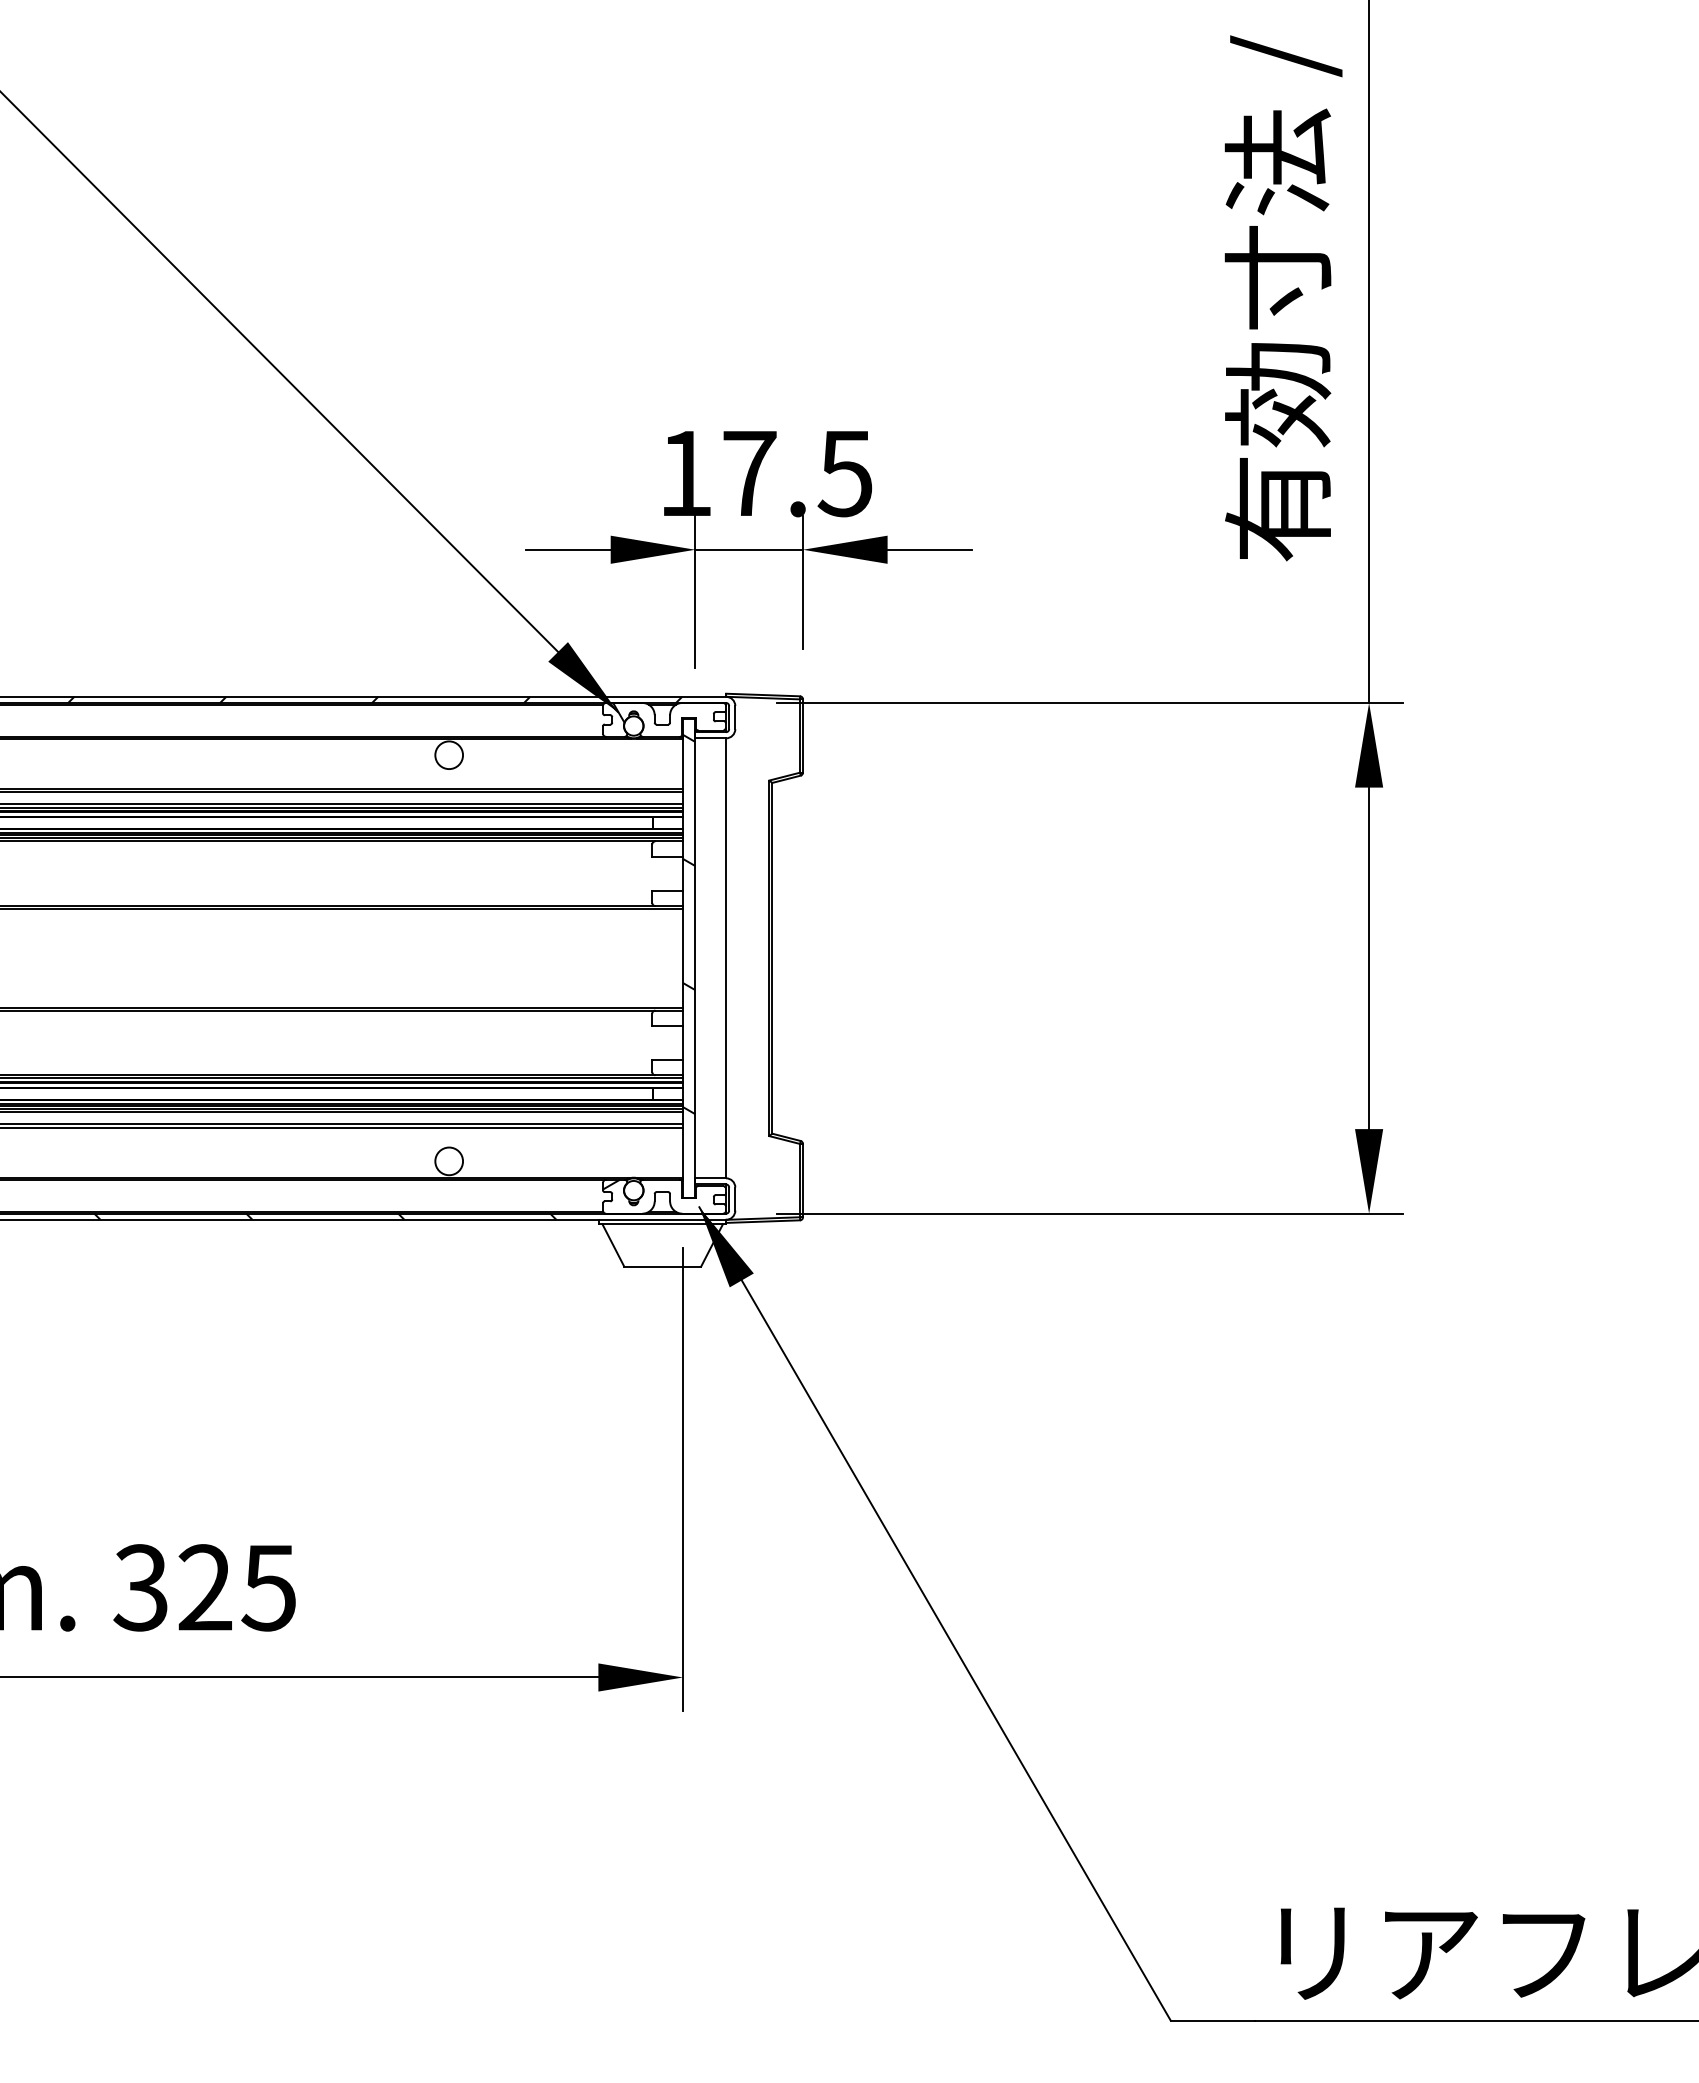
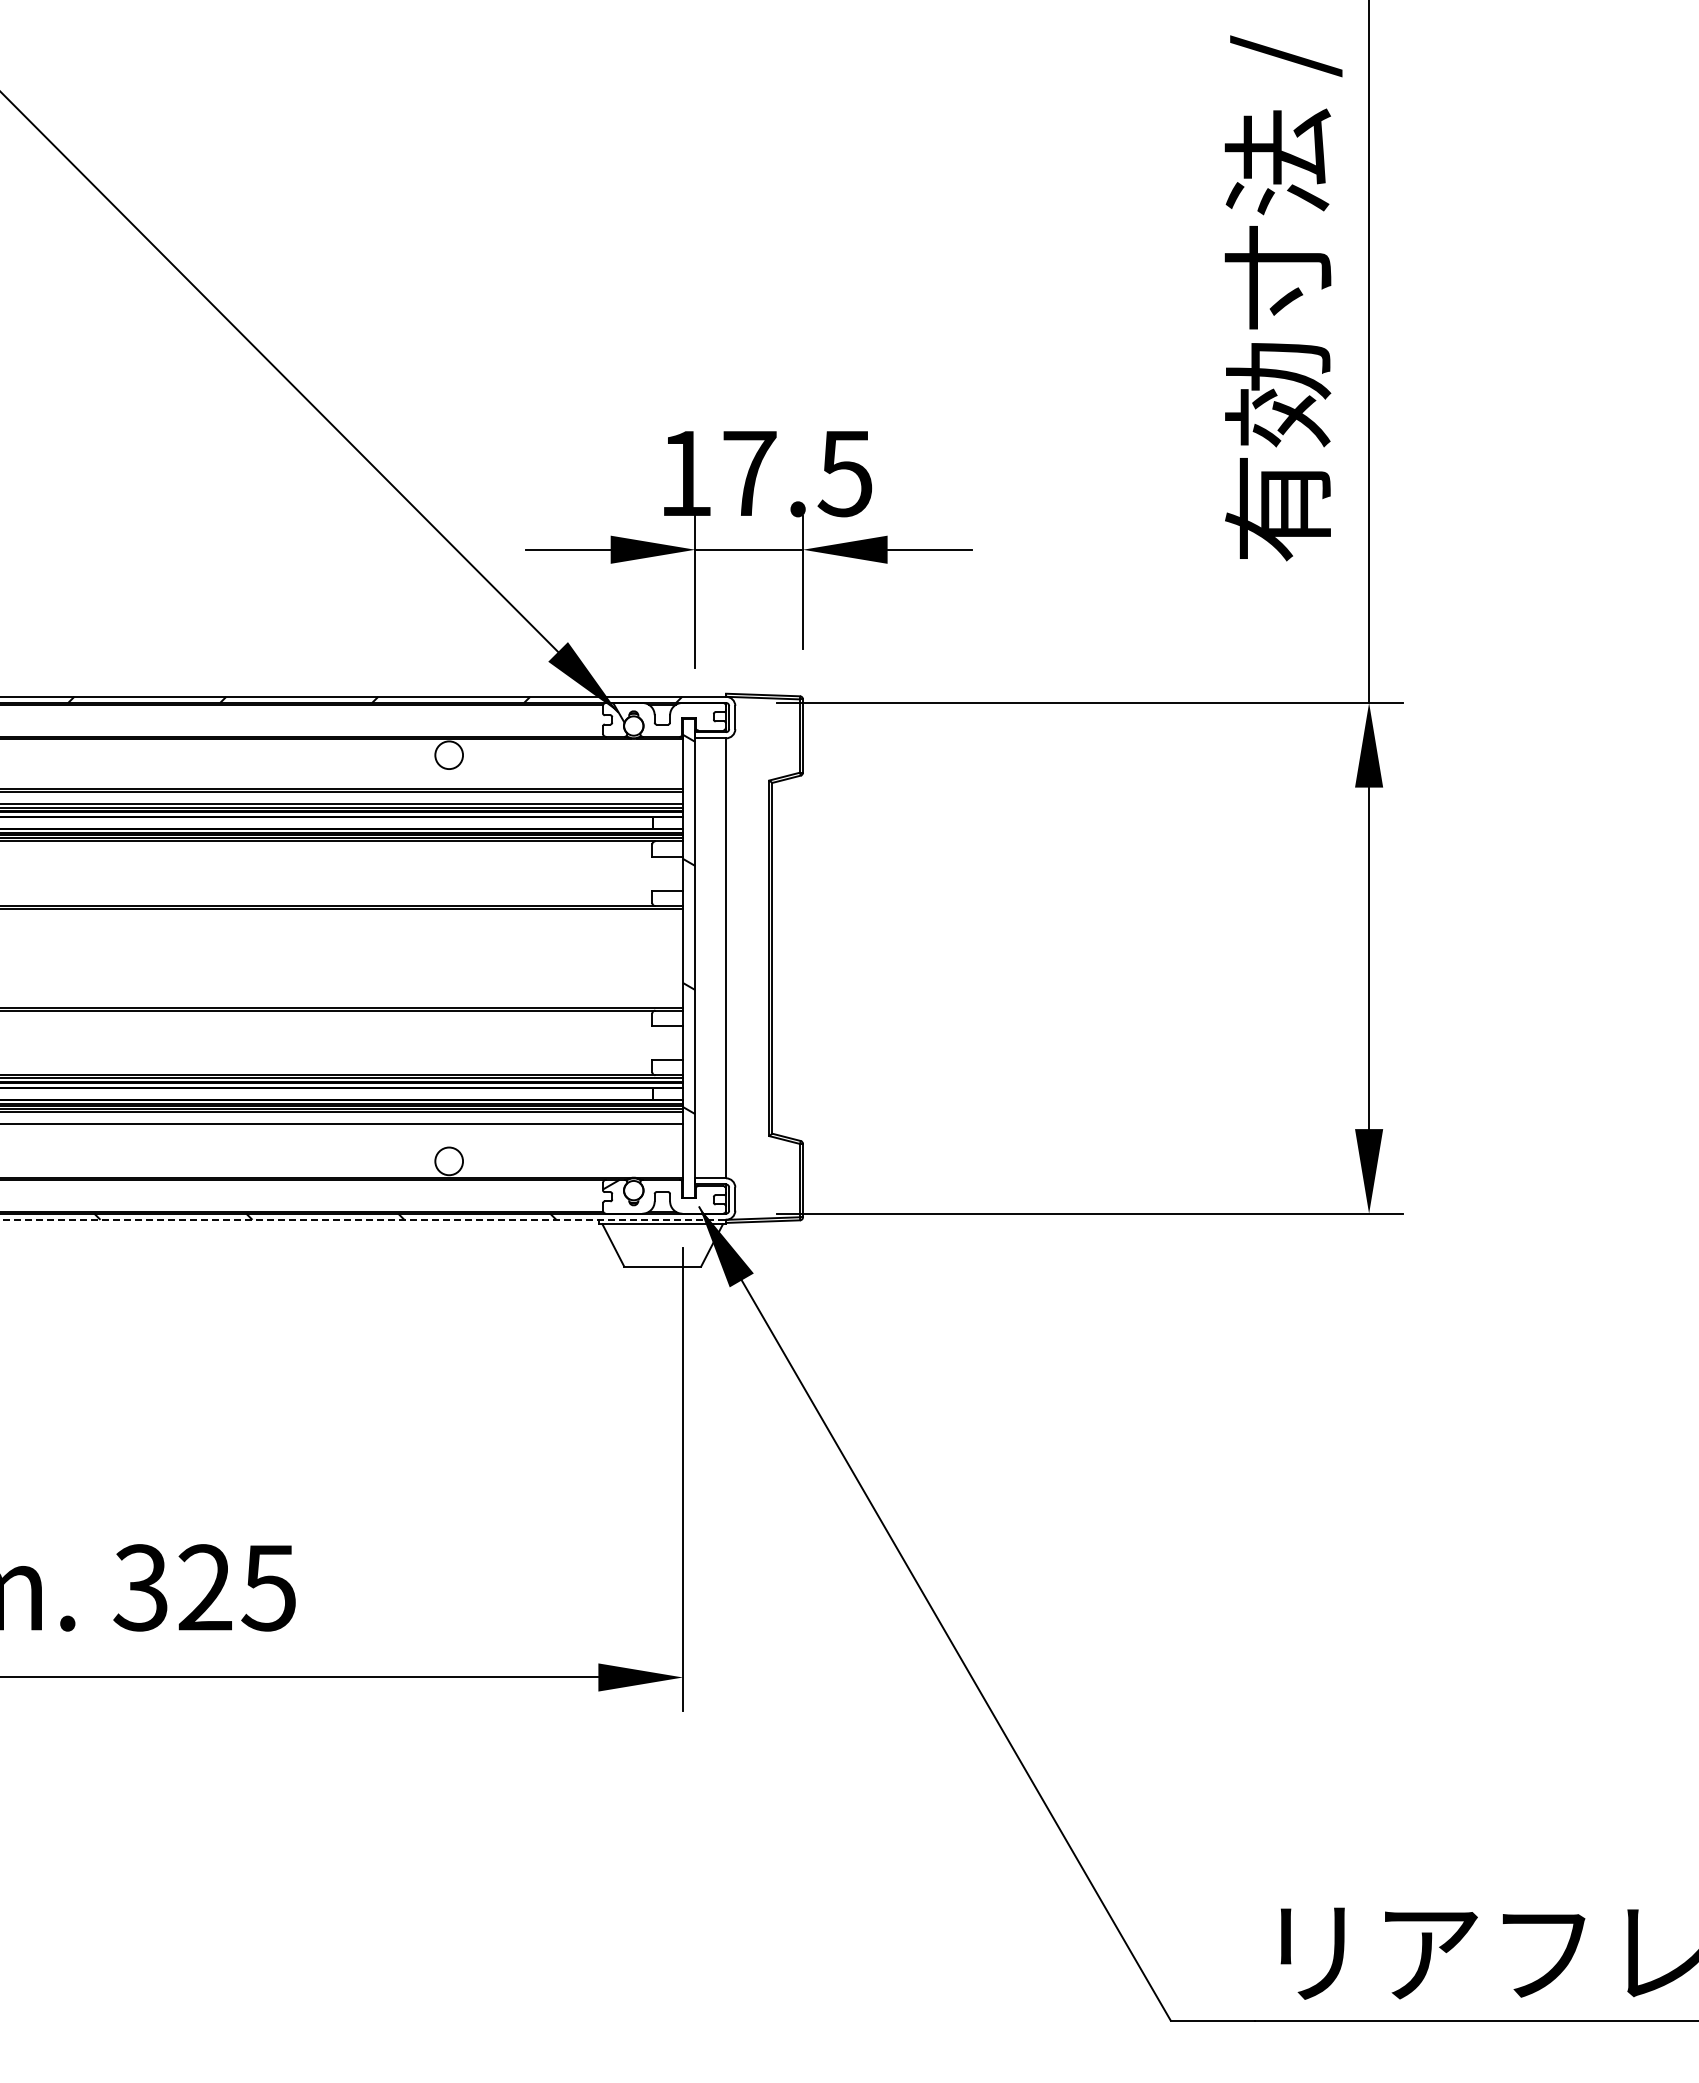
line at (342, 1127): present -> none
line at (363, 1219): solid -> dashed
